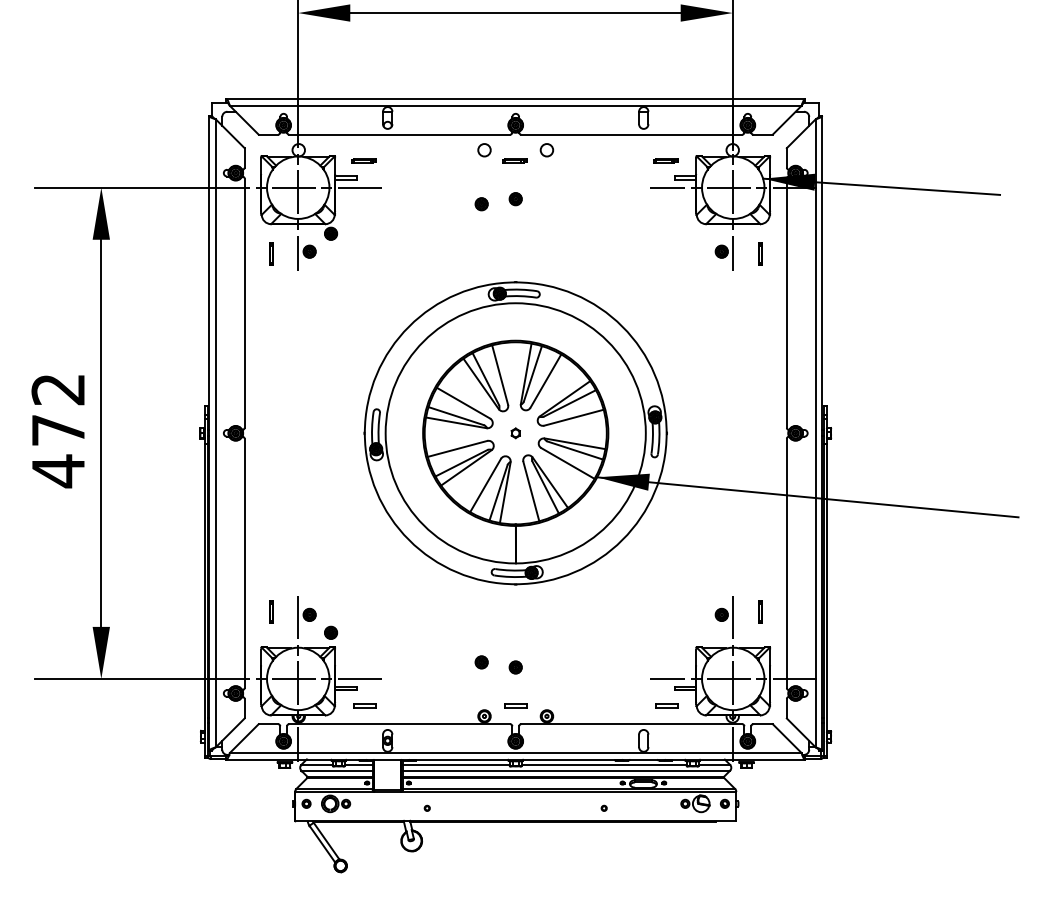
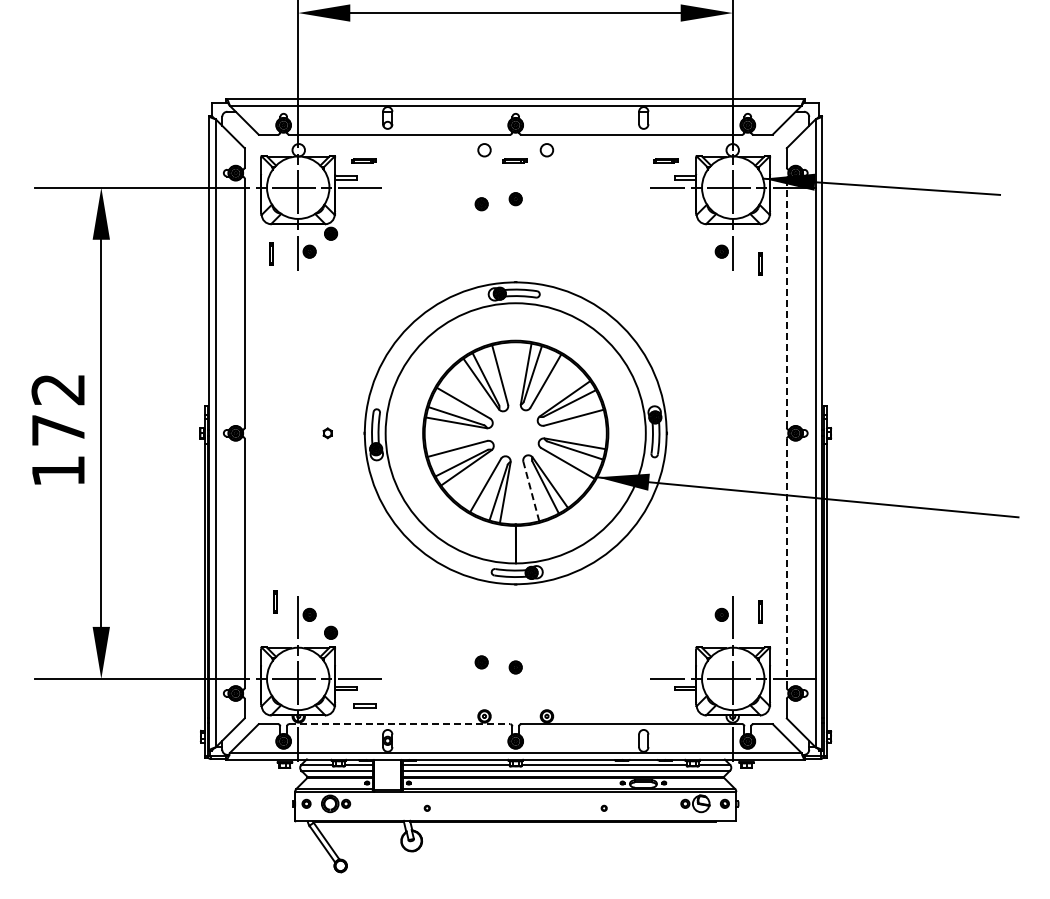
line at (759, 253) position: (759, 253) -> (759, 263)
line at (786, 303): solid -> dashed
part at (515, 433) position: (515, 433) -> (327, 433)
text at (58, 471): 472 -> 172
line at (531, 491): solid -> dashed
line at (786, 563): solid -> dashed
line at (270, 611) position: (270, 611) -> (274, 601)
part at (515, 705): present -> none
part at (666, 705): present -> none
line at (399, 724): solid -> dashed
